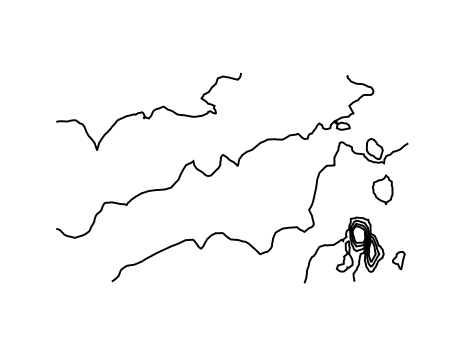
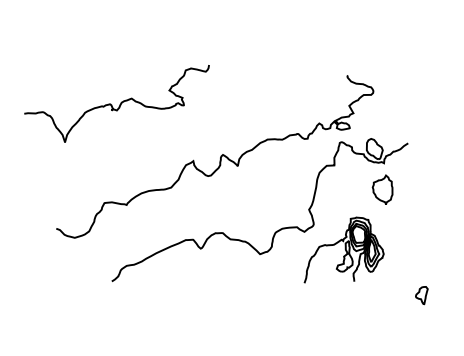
curve at (151, 112) position: (151, 112) -> (119, 104)
part at (398, 260) position: (398, 260) -> (421, 295)
